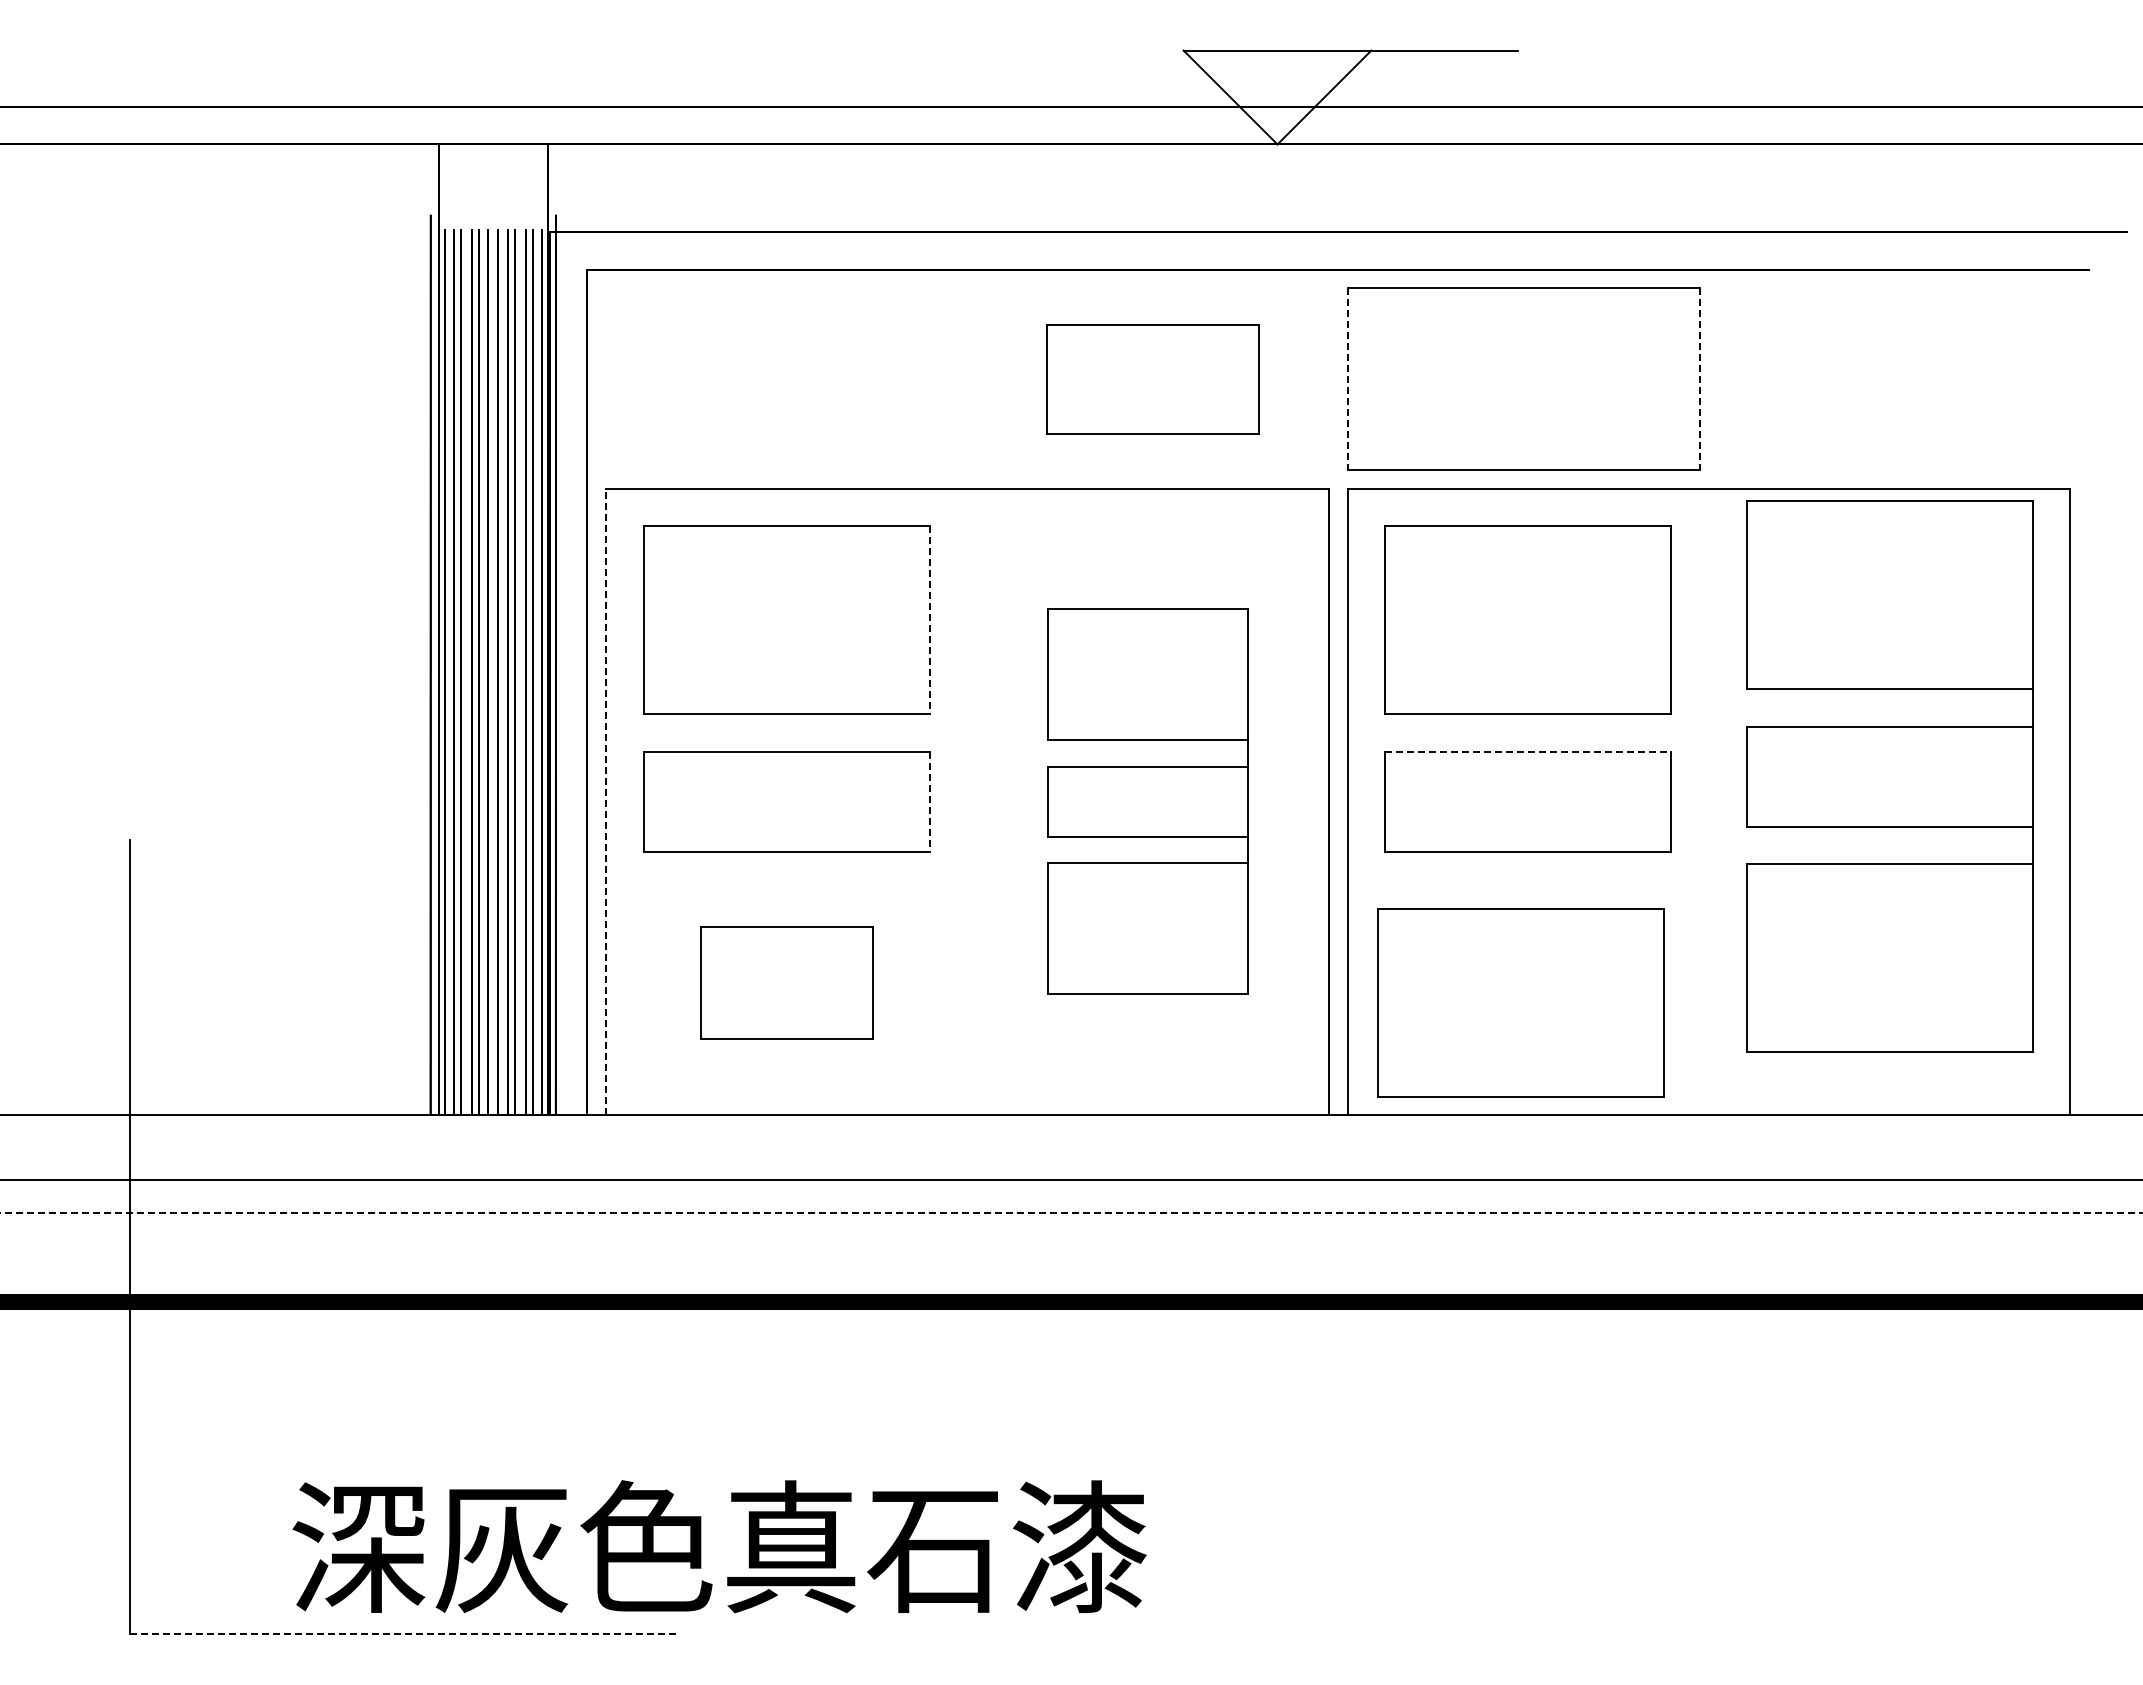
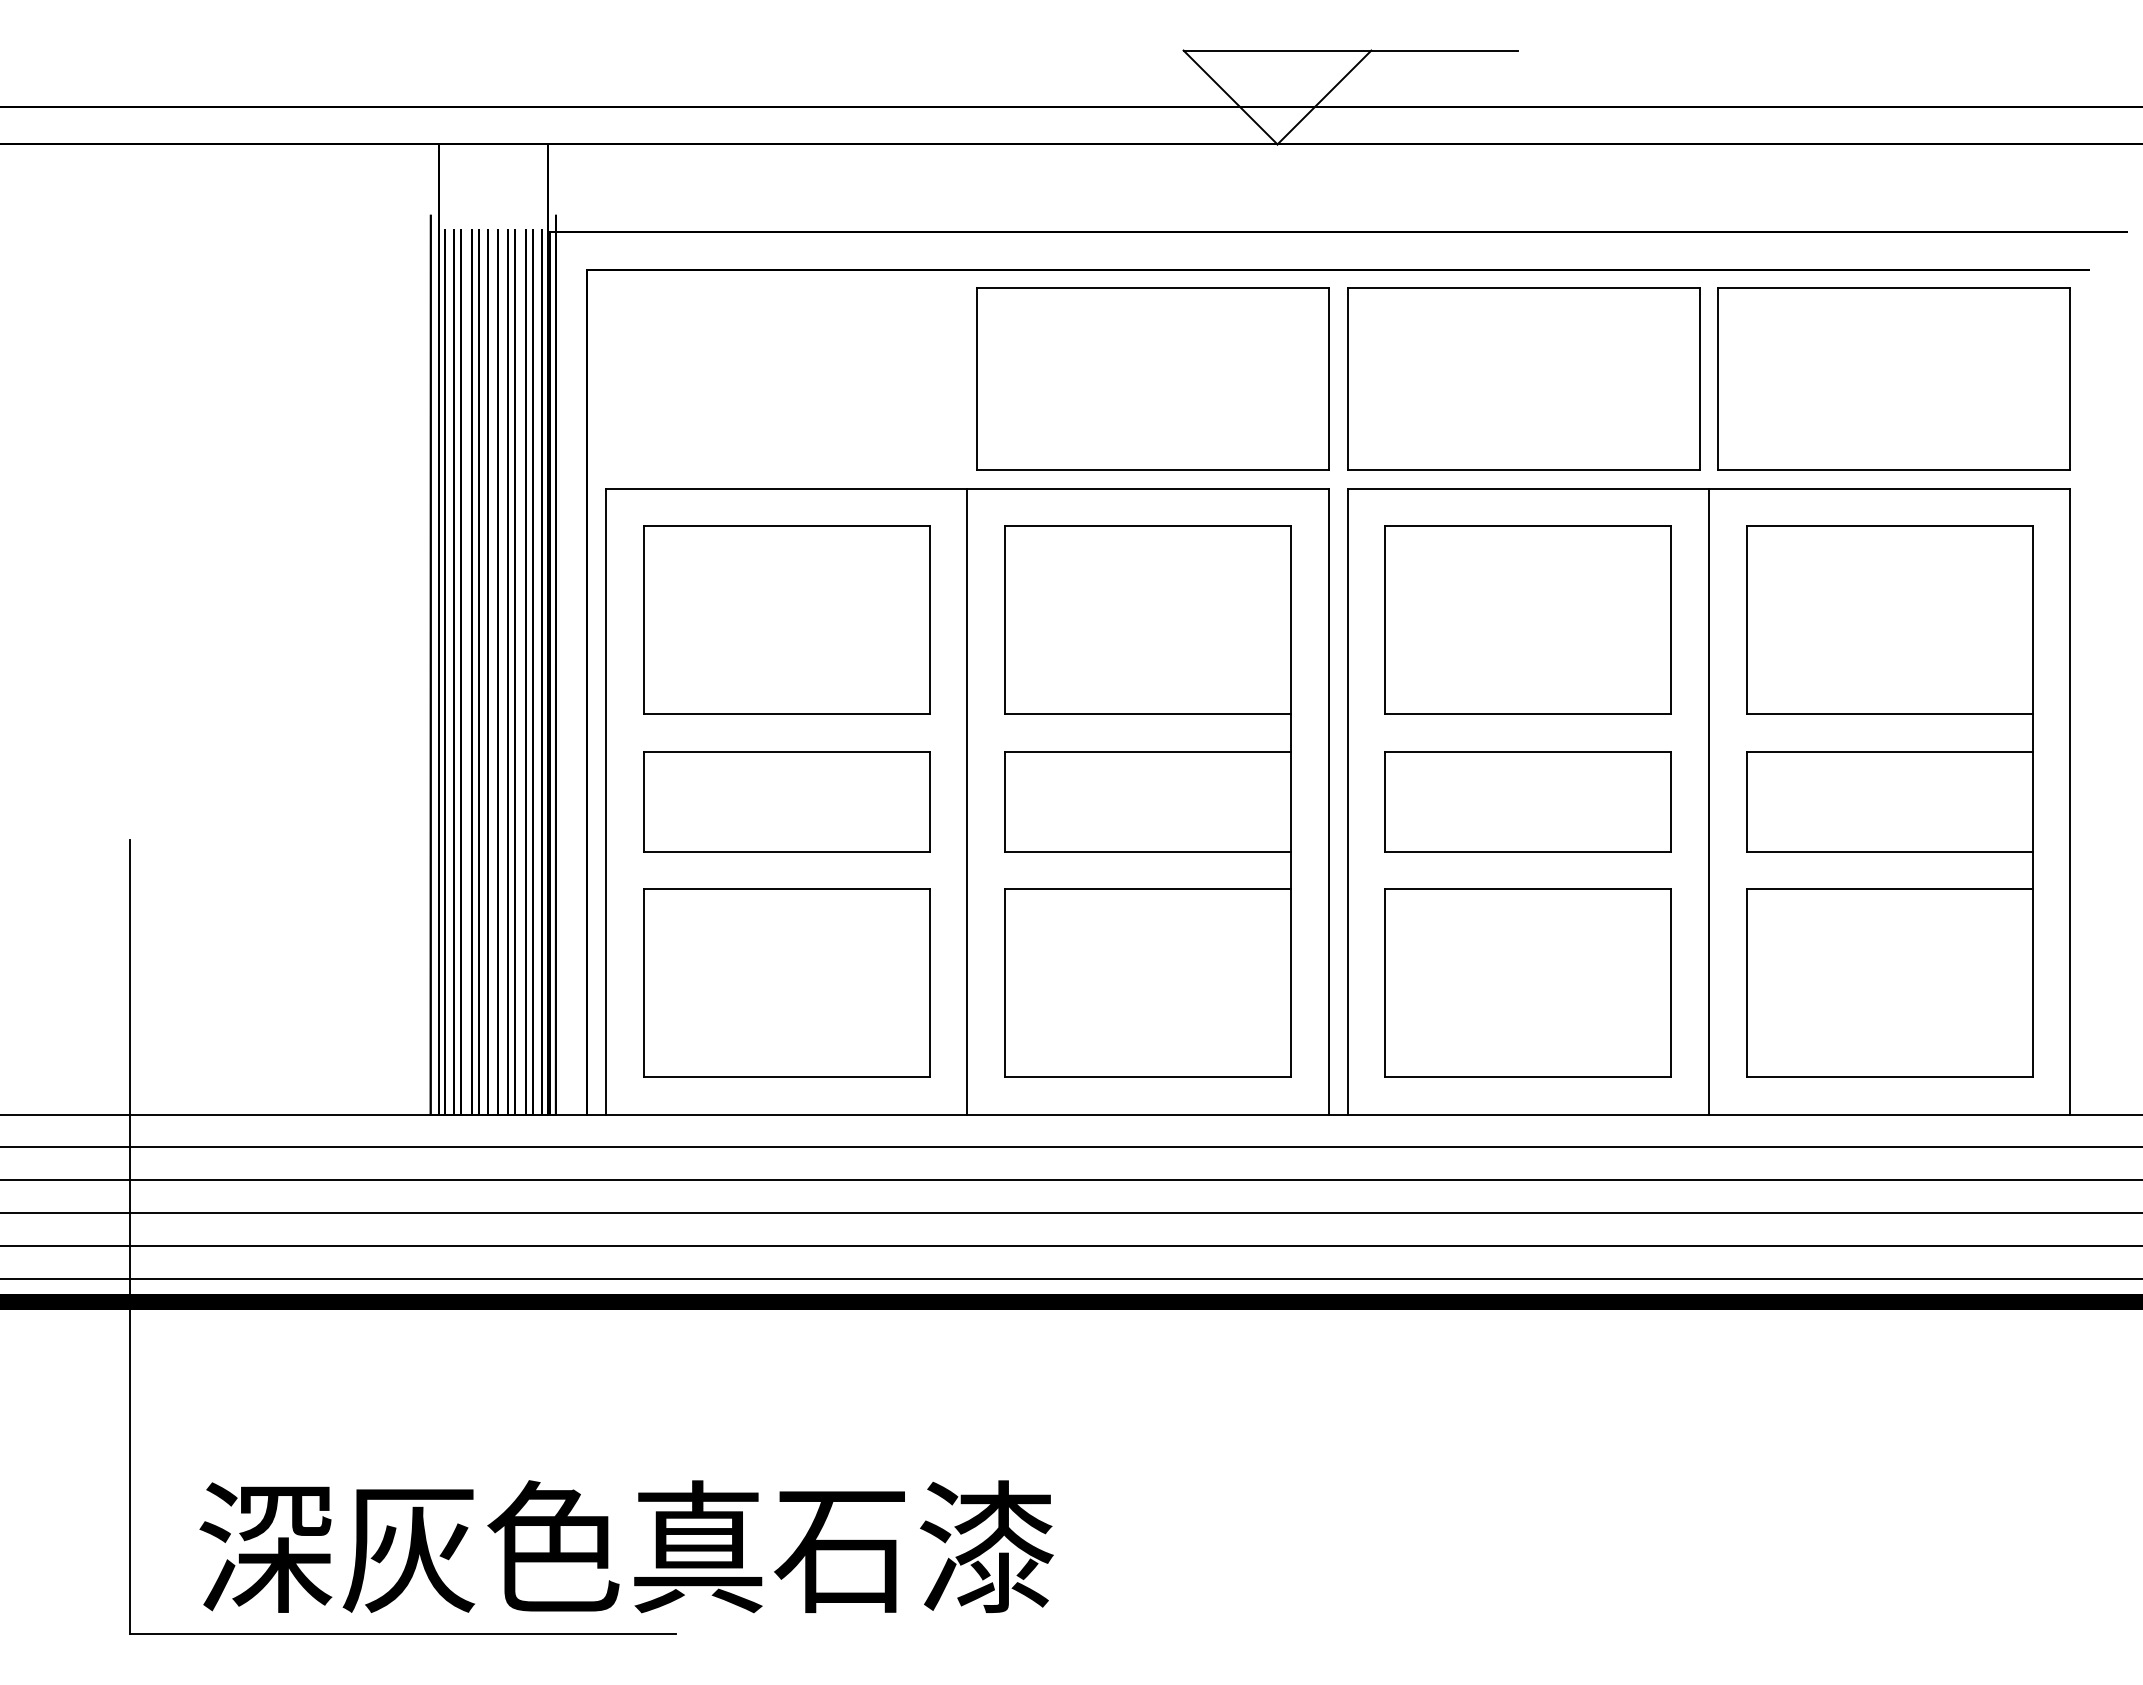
part at (1893, 378): none -> present
part at (1152, 379) size: 214x111 px -> 354x184 px
line at (1347, 379): dashed -> solid
line at (1699, 379): dashed -> solid
line at (929, 620): dashed -> solid
line at (1528, 751): dashed -> solid
part at (1889, 776) position: (1889, 776) -> (1889, 801)
line at (605, 801): dashed -> solid
line at (967, 801): none -> present
part at (1147, 801) size: 202x387 px -> 288x553 px
line at (1709, 801): none -> present
line at (929, 802): dashed -> solid
part at (786, 982) size: 174x114 px -> 288x190 px
part at (1520, 1002) position: (1520, 1002) -> (1527, 982)
line at (1070, 1147): none -> present
line at (1071, 1213): dashed -> solid
line at (1070, 1245): none -> present
line at (1070, 1278): none -> present
text at (719, 1546) position: (719, 1546) -> (626, 1546)
line at (403, 1634): dashed -> solid
